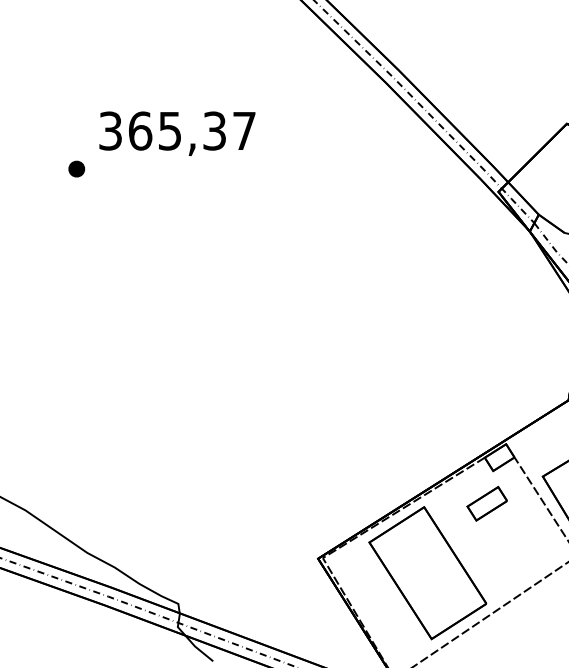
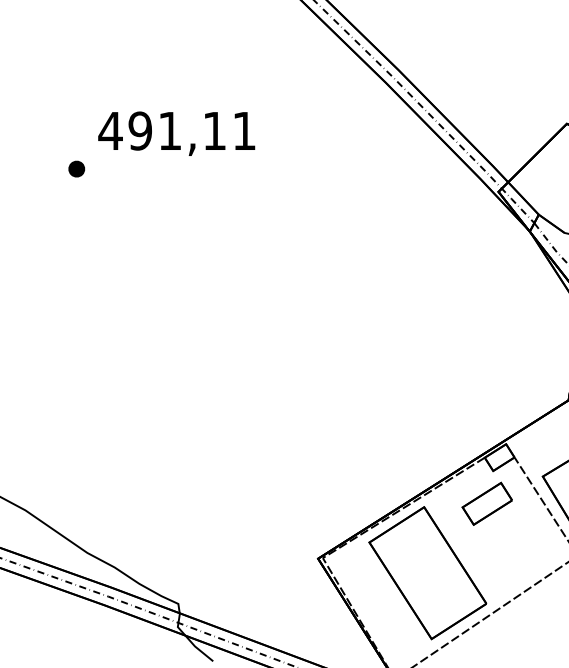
text at (176, 130): 365,37 -> 491,11
part at (486, 503) size: 42x37 px -> 52x45 px
